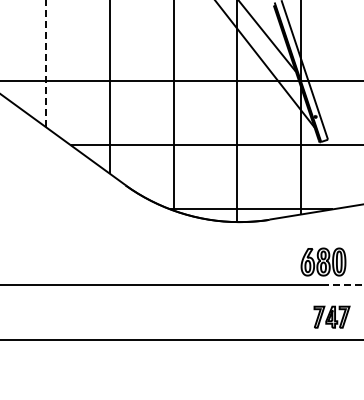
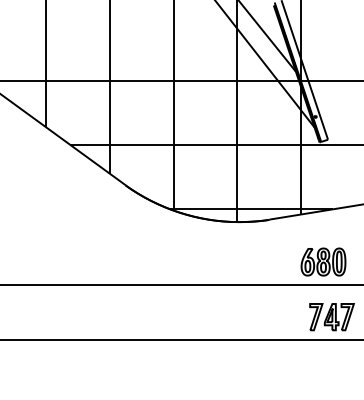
line at (45, 63): dashed -> solid
line at (343, 284): dashed -> solid
part at (331, 316) size: 38x24 px -> 46x29 px
